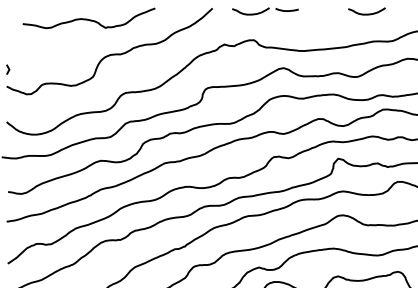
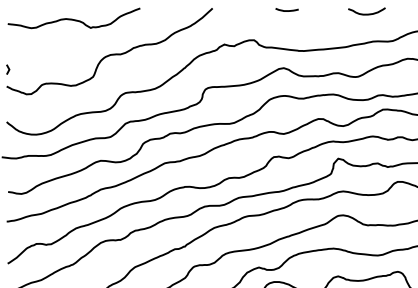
curve at (250, 13): present -> none
curve at (87, 18) position: (87, 18) -> (72, 18)
